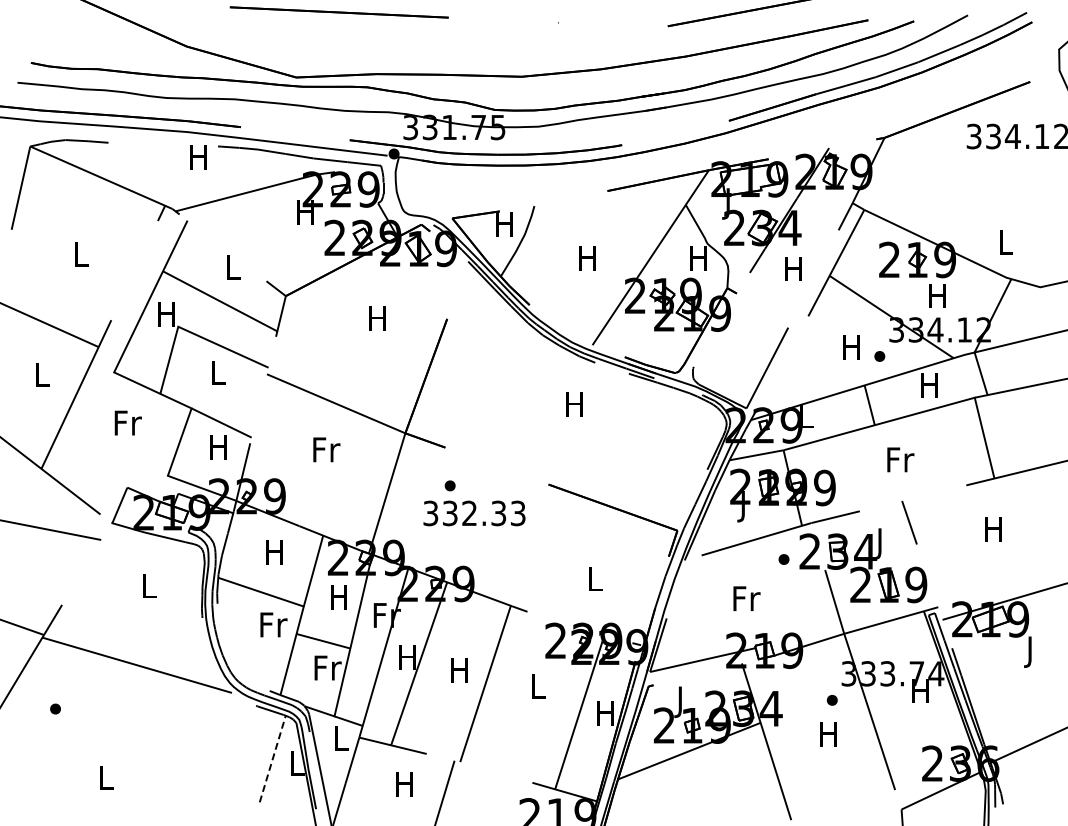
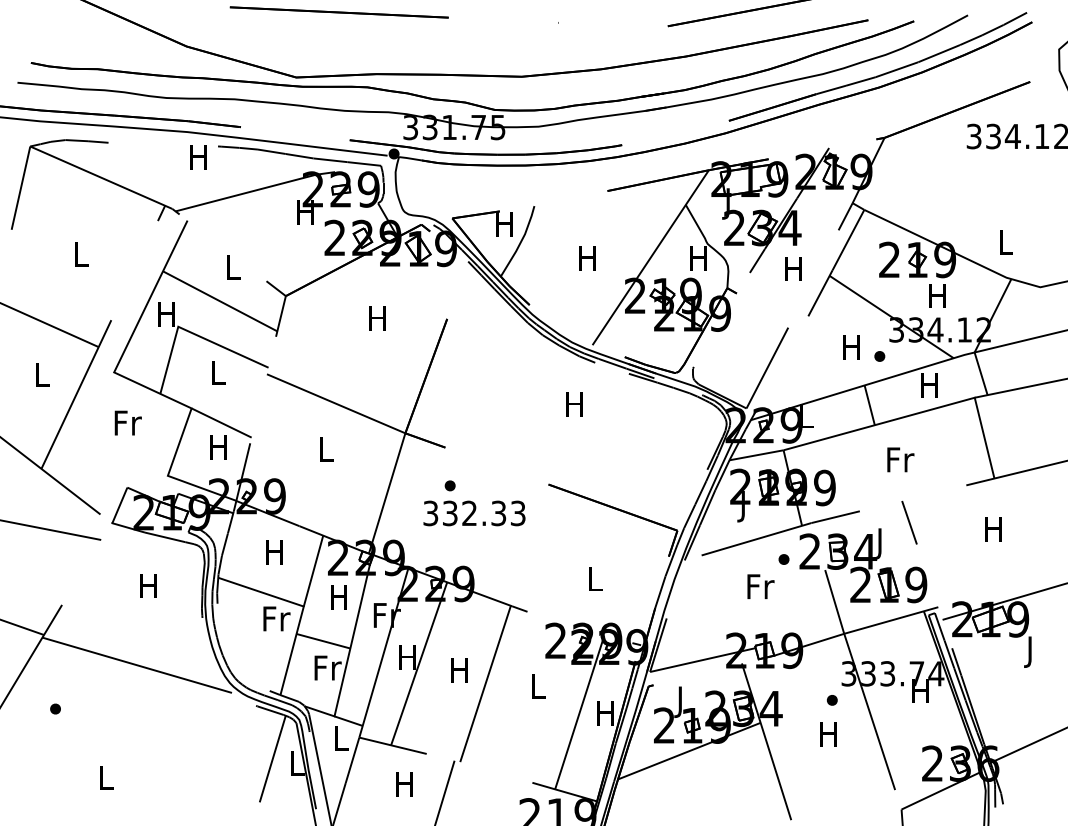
text at (326, 449): Fr -> L
text at (148, 585): L -> H
text at (746, 598) position: (746, 598) -> (760, 586)
text at (273, 624) position: (273, 624) -> (276, 618)
line at (272, 758): dashed -> solid
